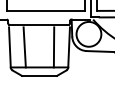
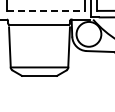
line at (45, 11): solid -> dashed
line at (24, 47): present -> none
line at (53, 47): present -> none
